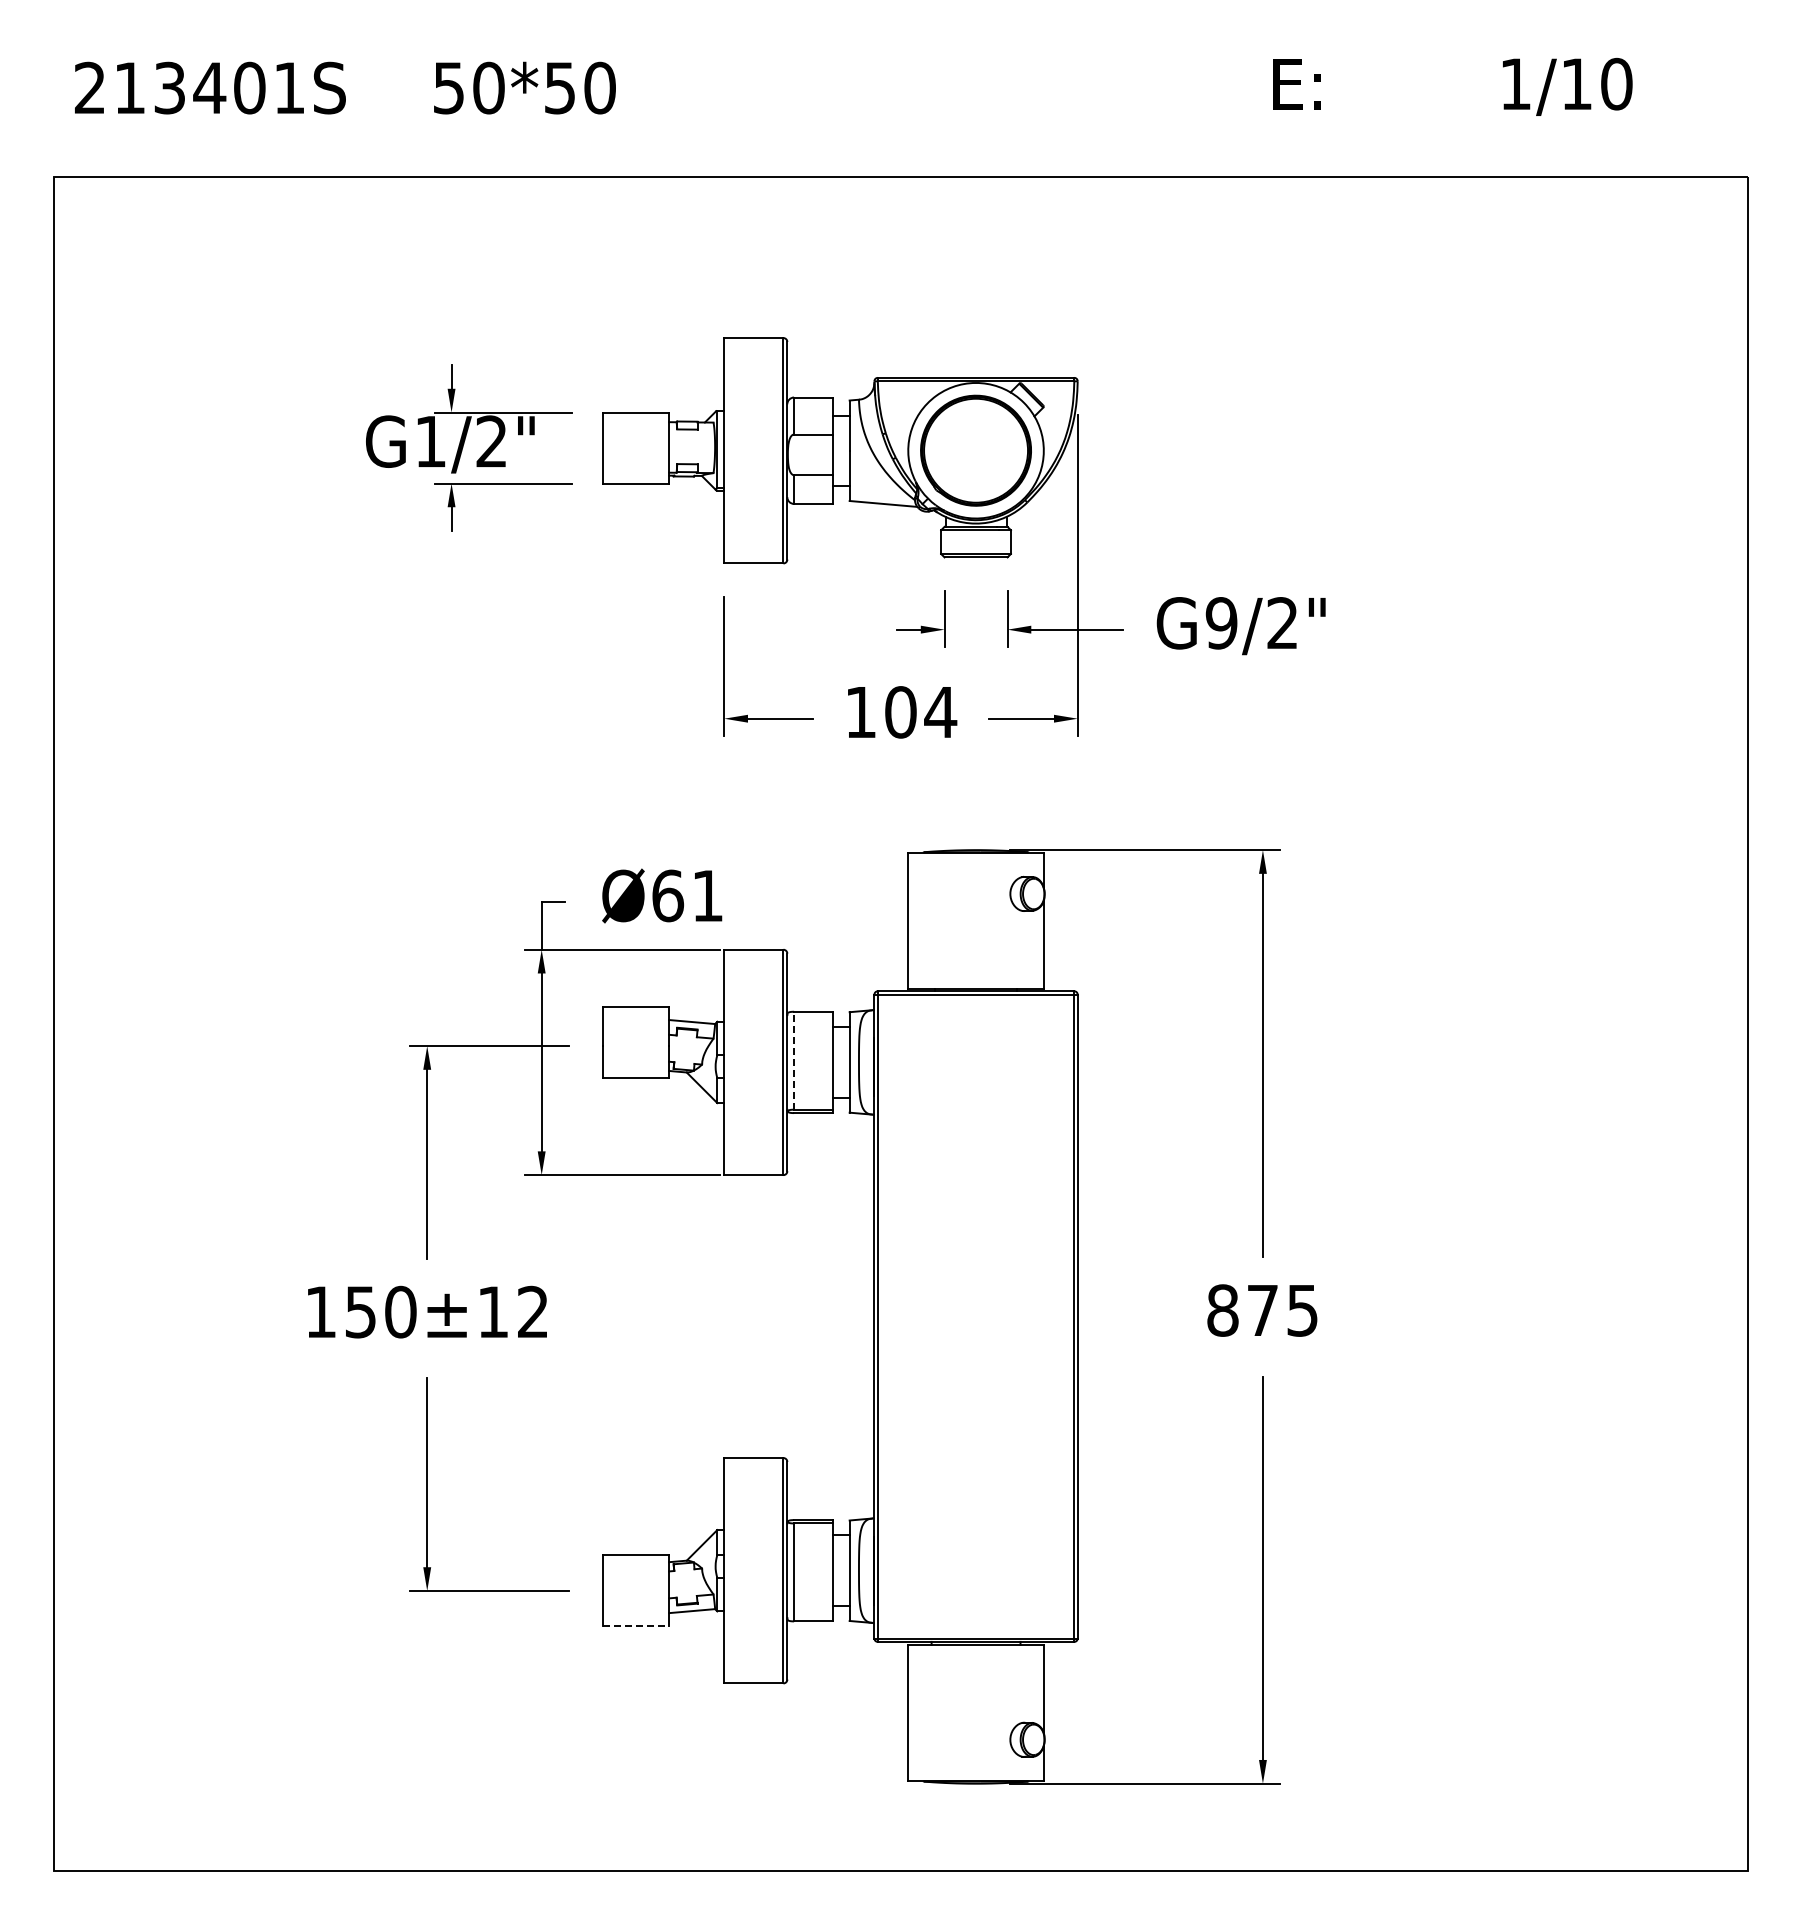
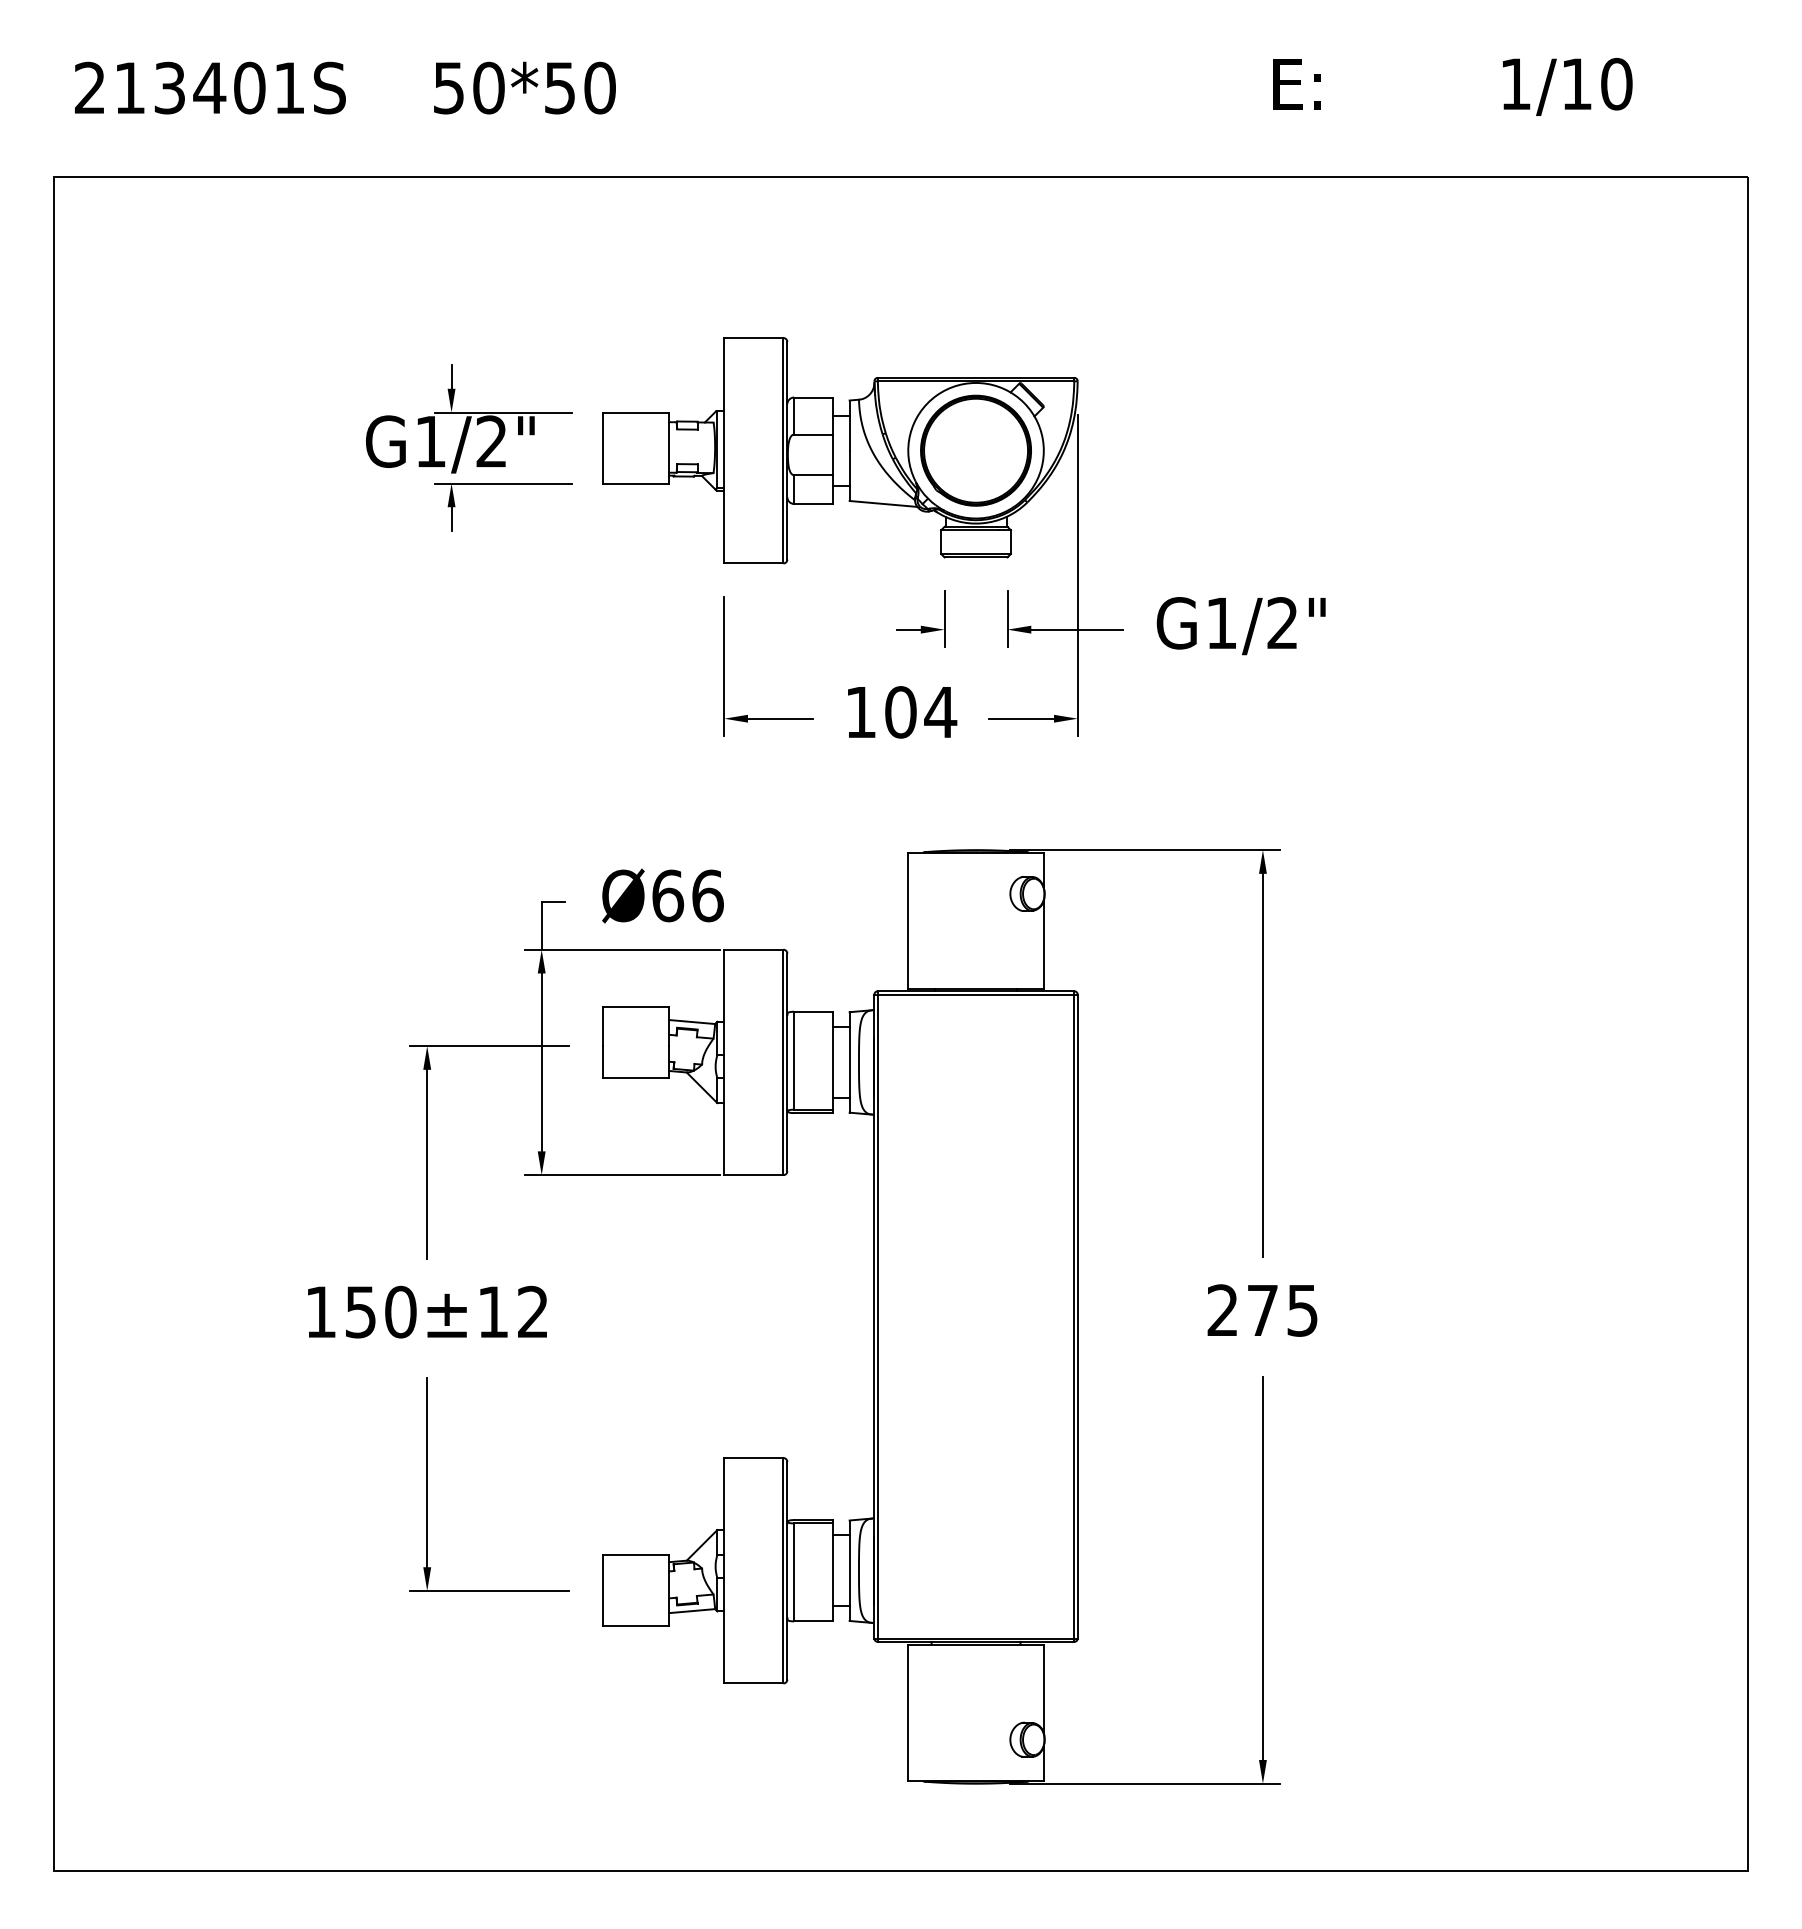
text at (1221, 623): G9/2" -> G1/2"
text at (707, 895): Ø61 -> Ø66
line at (794, 1060): dashed -> solid
text at (1222, 1310): 875 -> 275
line at (636, 1626): dashed -> solid
